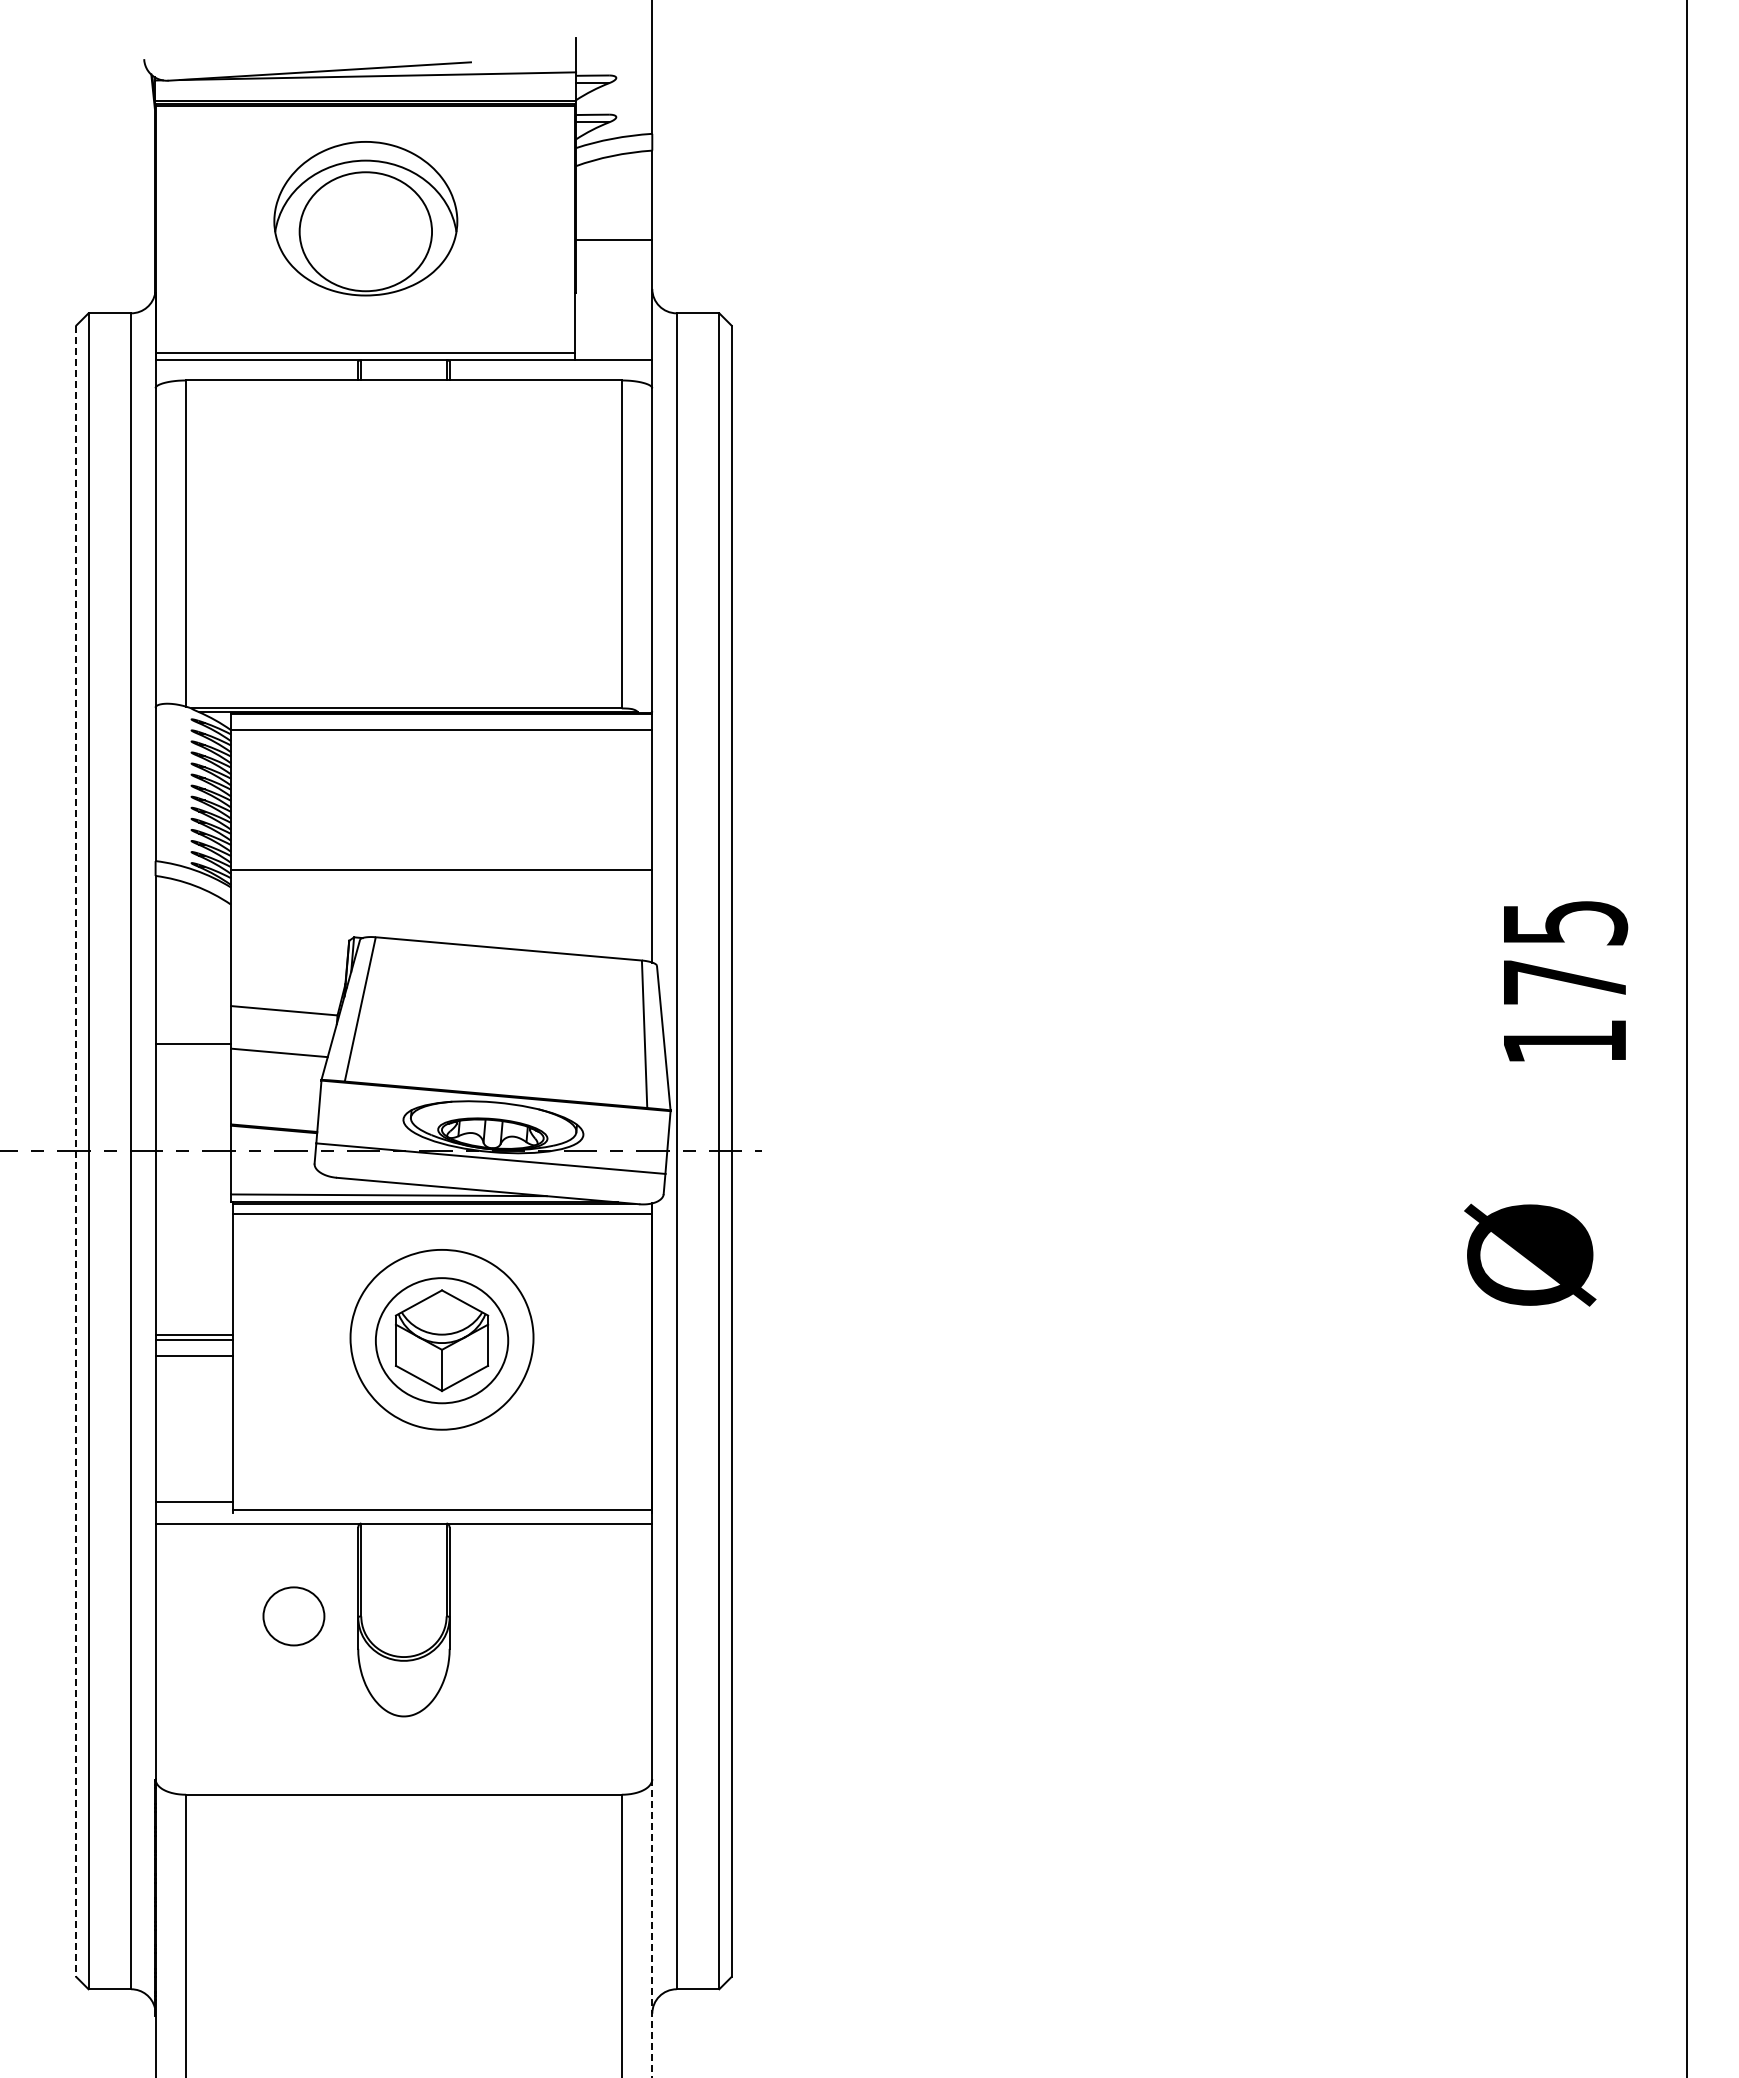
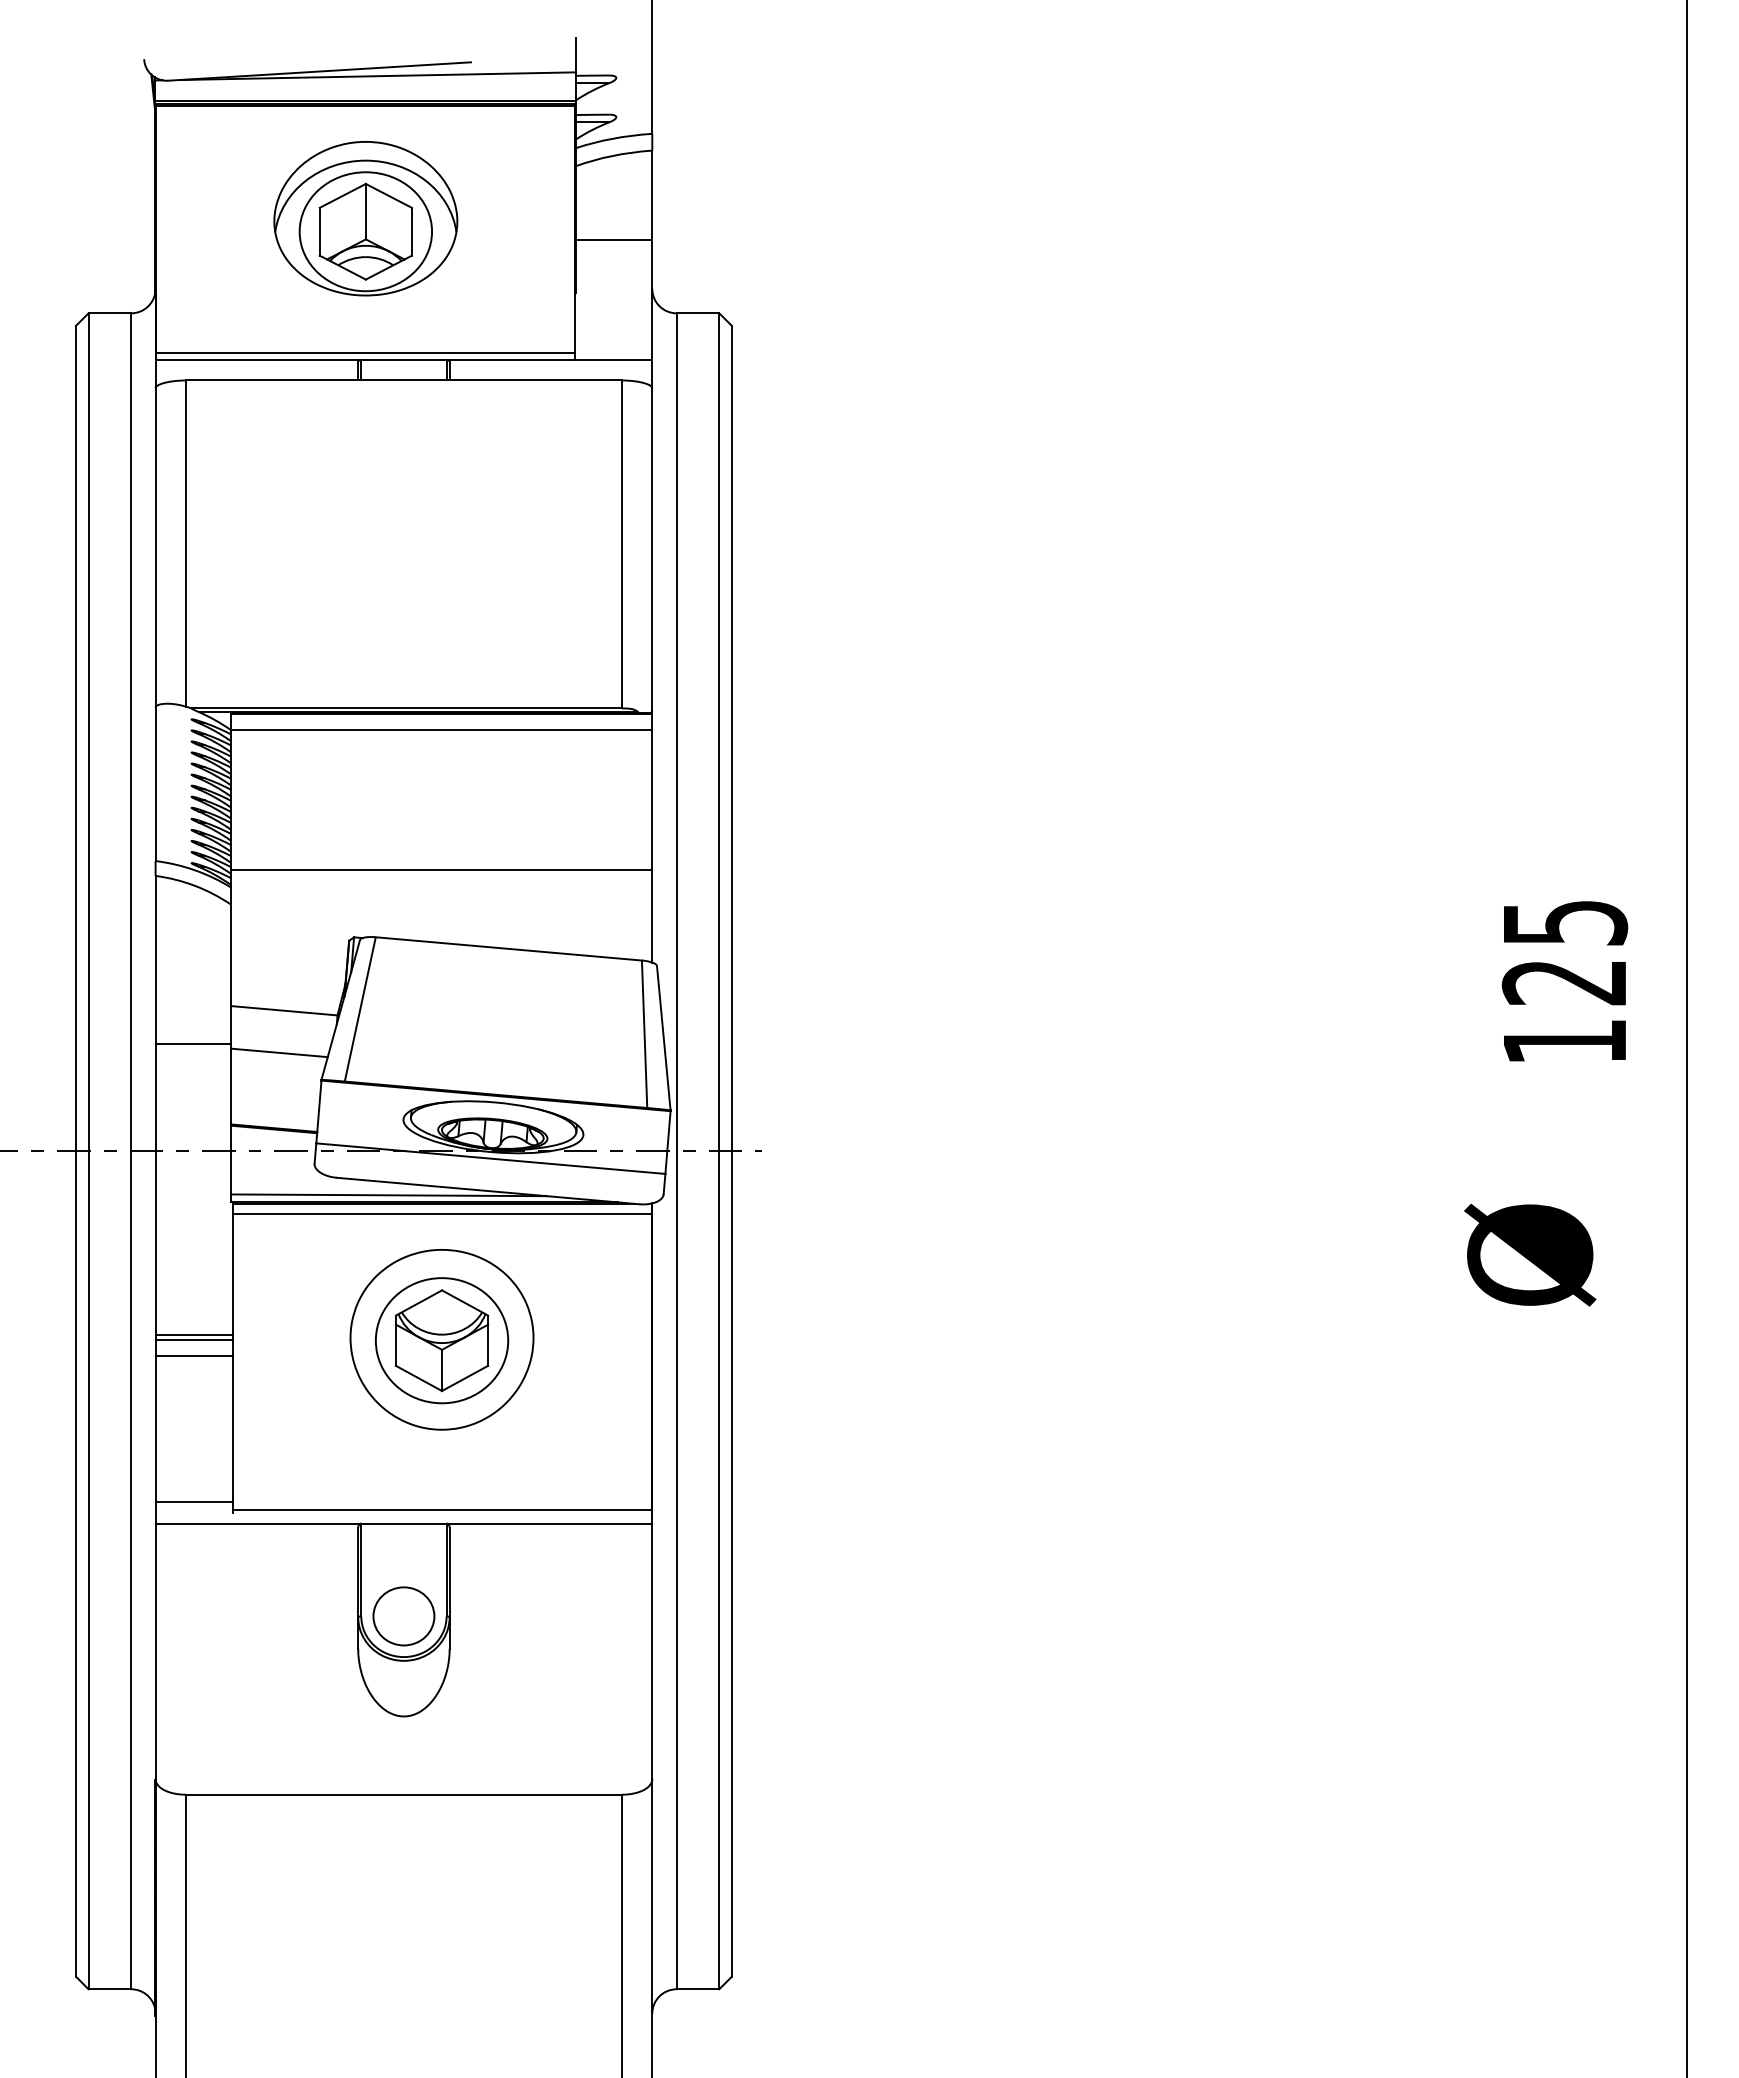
part at (365, 231): none -> present
text at (1563, 982): 175 -> 125
line at (76, 1151): dashed -> solid
part at (293, 1616) position: (293, 1616) -> (403, 1616)
line at (652, 1928): dashed -> solid
